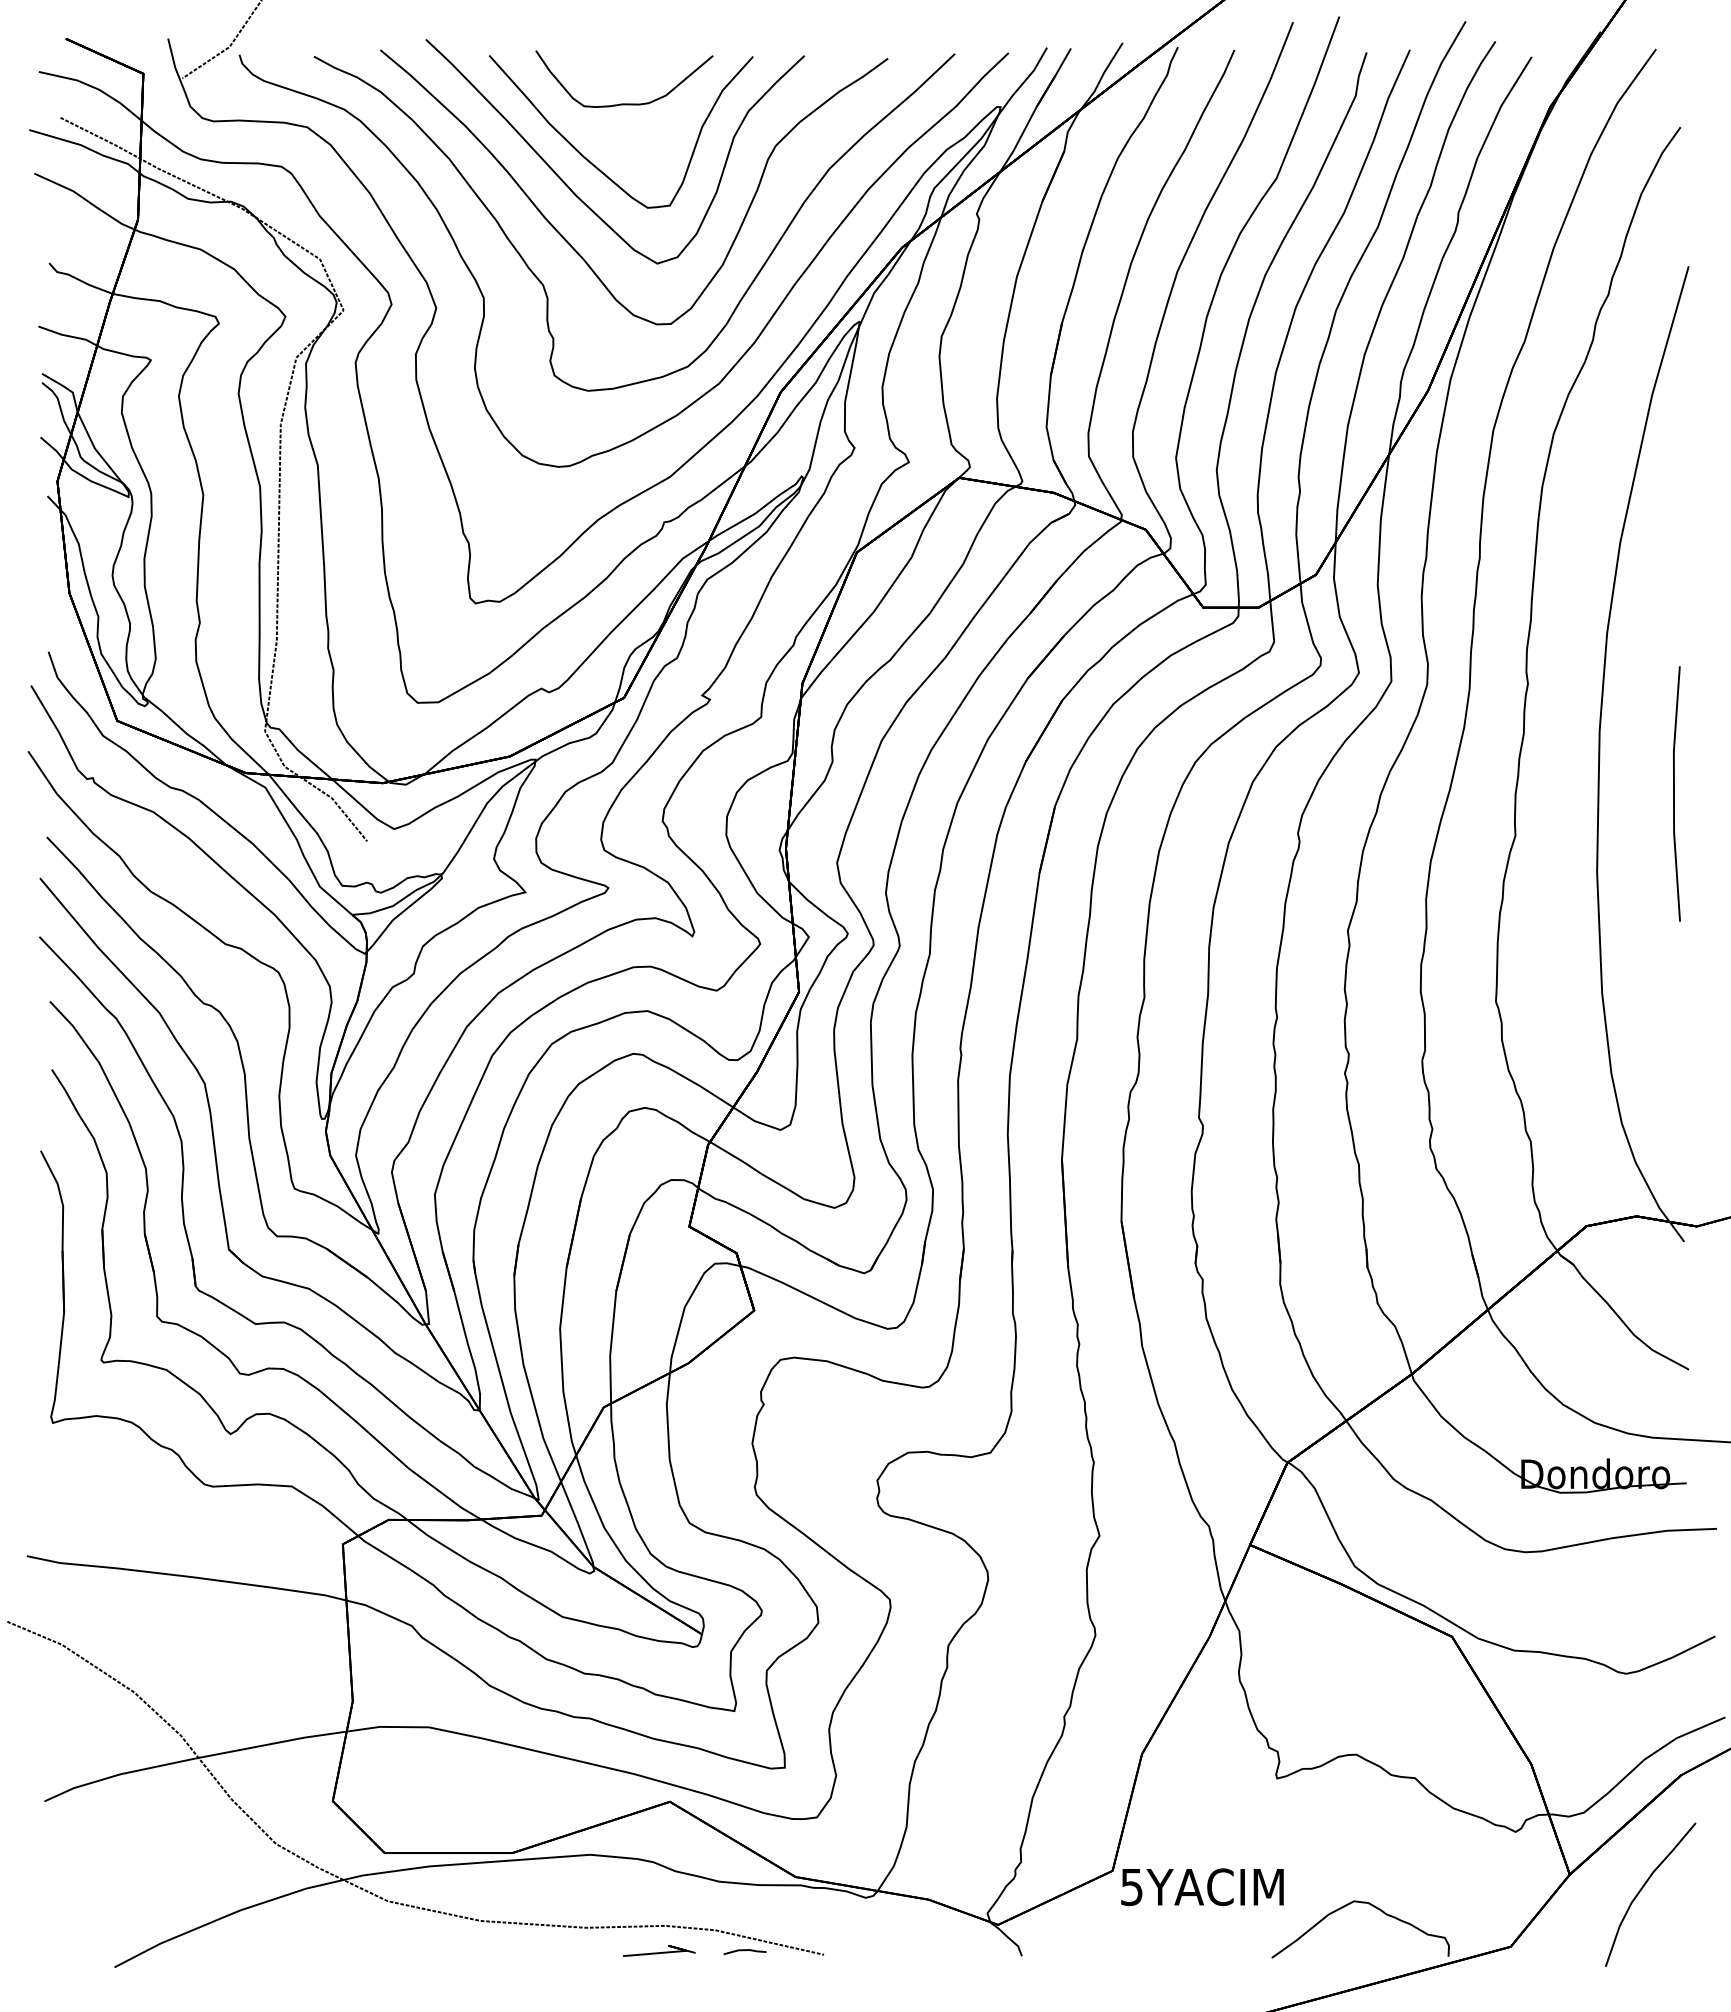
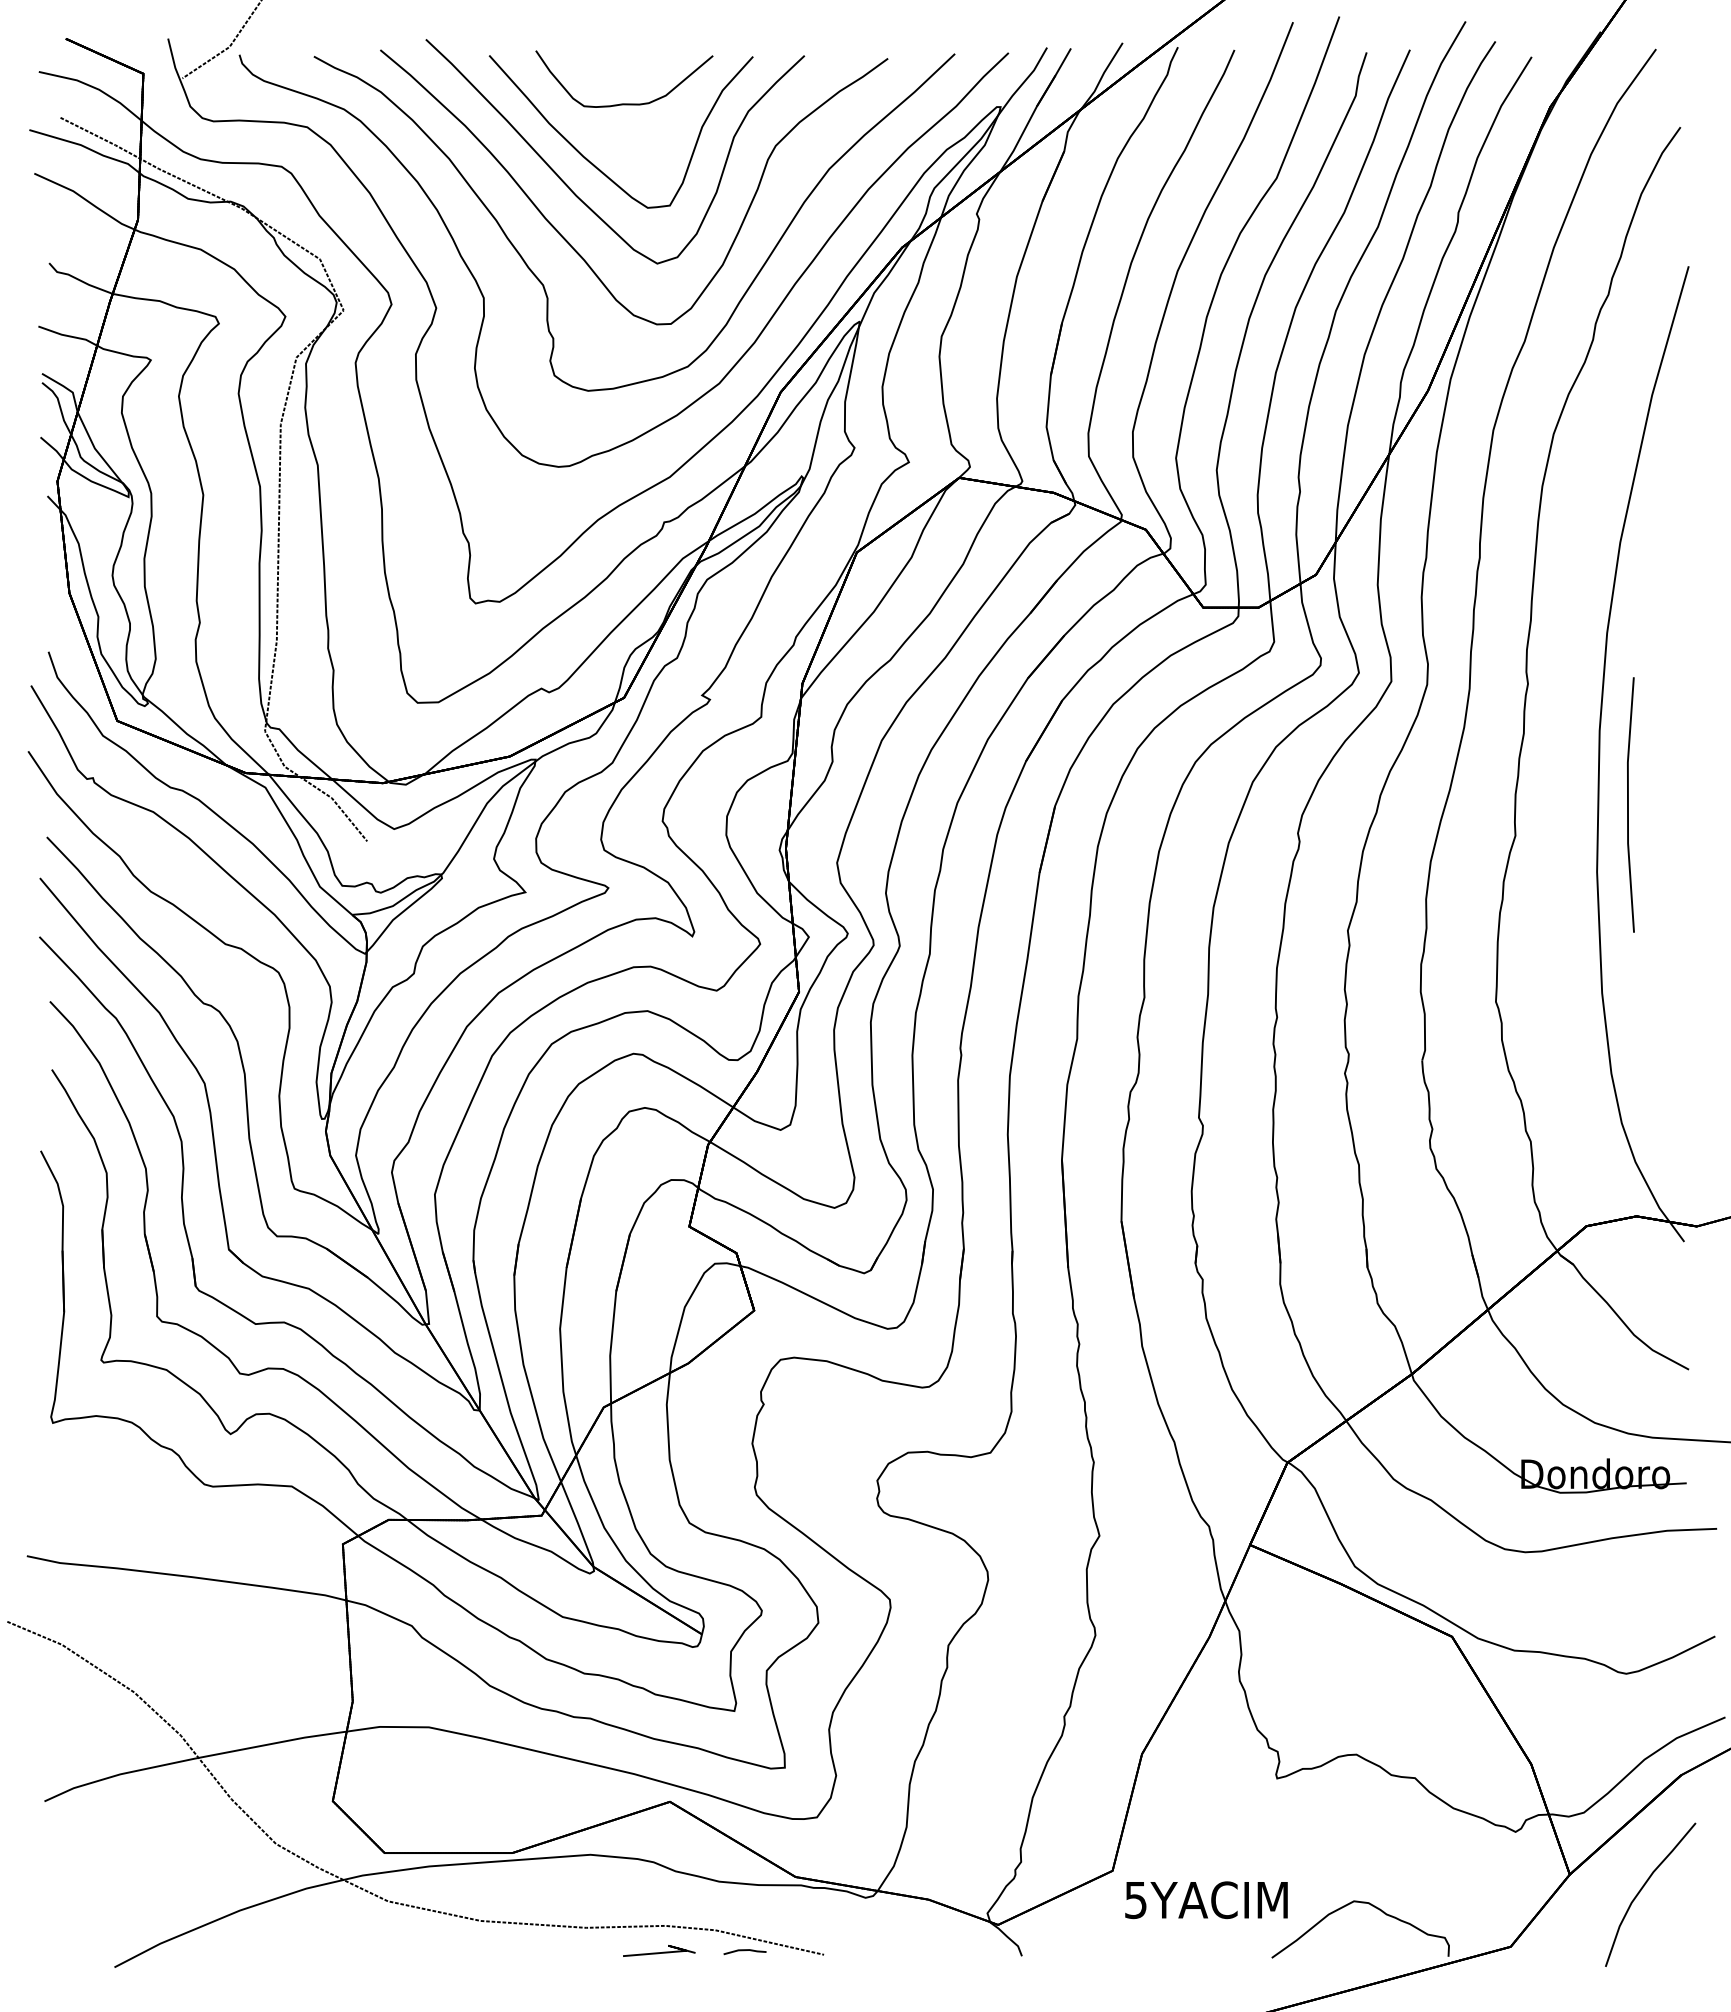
line at (1674, 793) position: (1674, 793) -> (1628, 804)
text at (1202, 1887) position: (1202, 1887) -> (1206, 1900)
